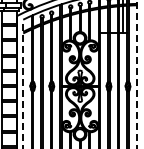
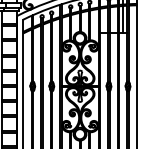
line at (137, 74): dashed -> solid
line at (23, 83): dashed -> solid
